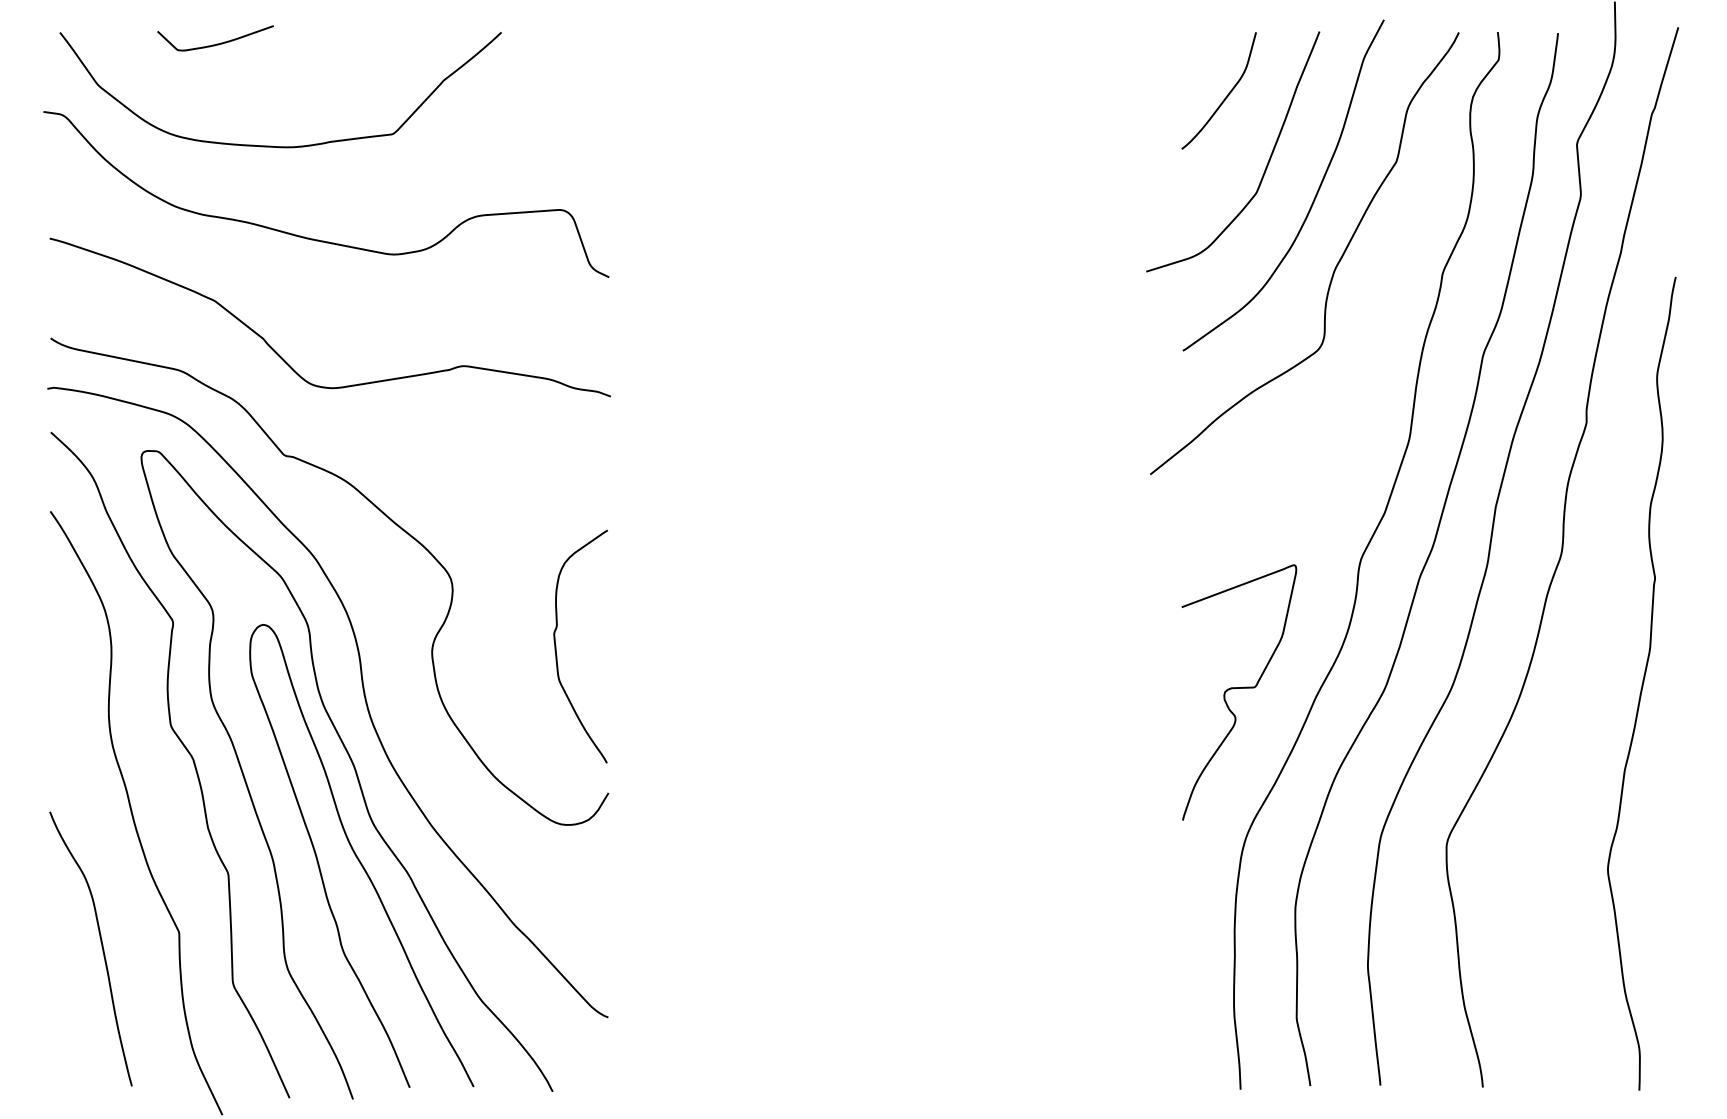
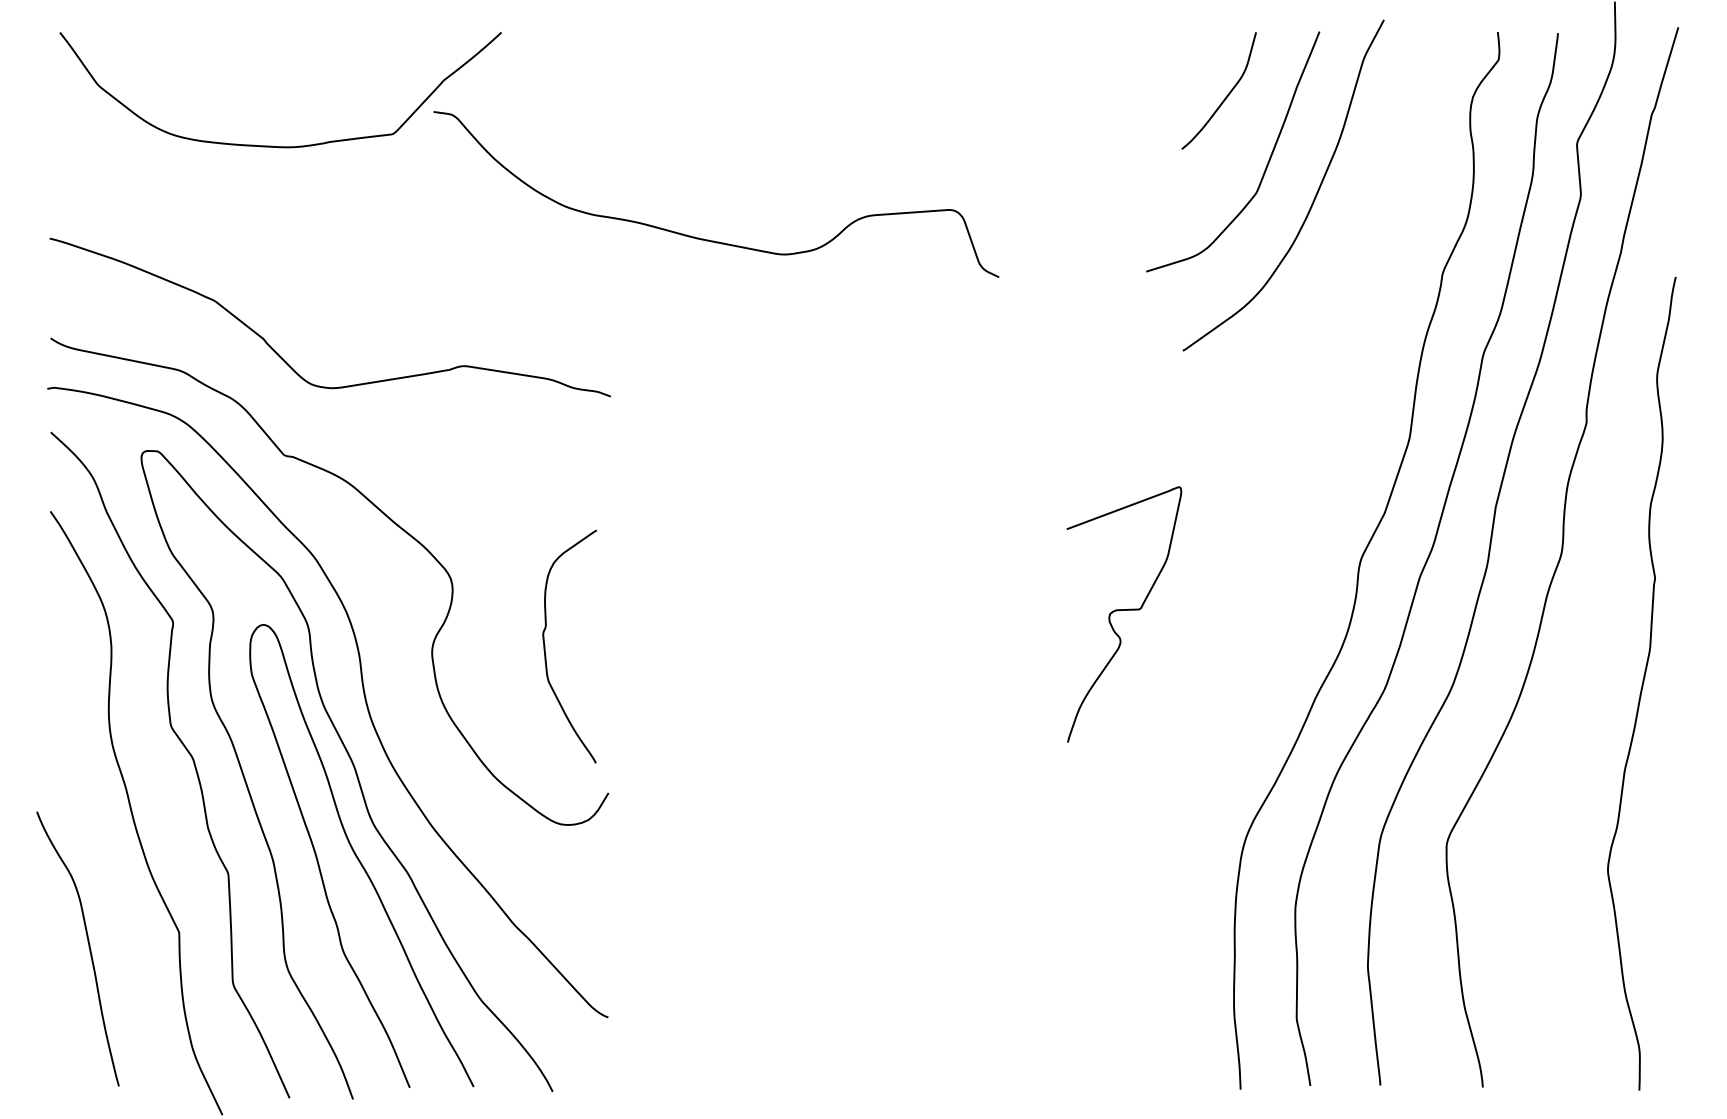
curve at (216, 43): present -> none
curve at (318, 239) position: (318, 239) -> (708, 239)
curve at (1334, 268): present -> none
curve at (556, 646) position: (556, 646) -> (545, 646)
curve at (1239, 688) position: (1239, 688) -> (1124, 610)
curve at (101, 947) position: (101, 947) -> (88, 947)
